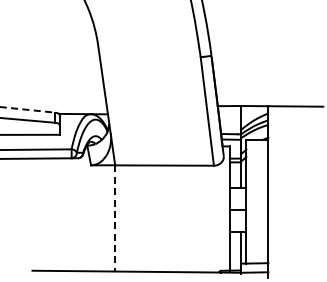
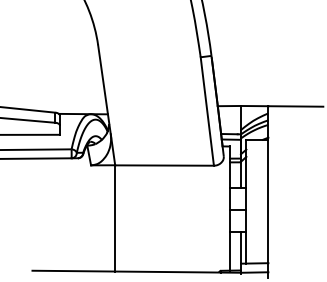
line at (28, 109): dashed -> solid
line at (115, 219): dashed -> solid
